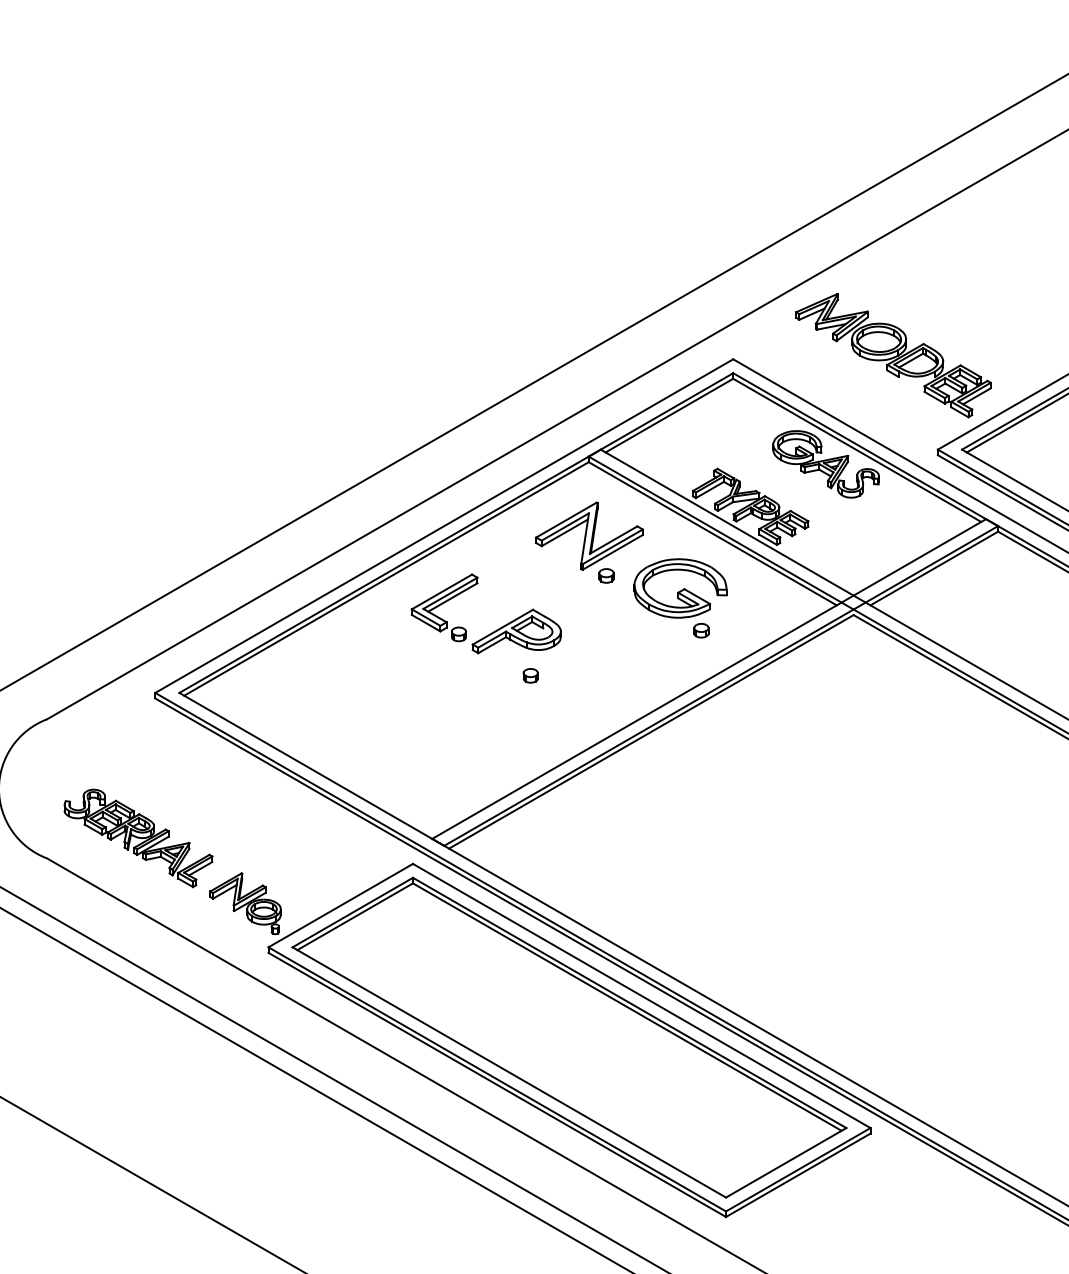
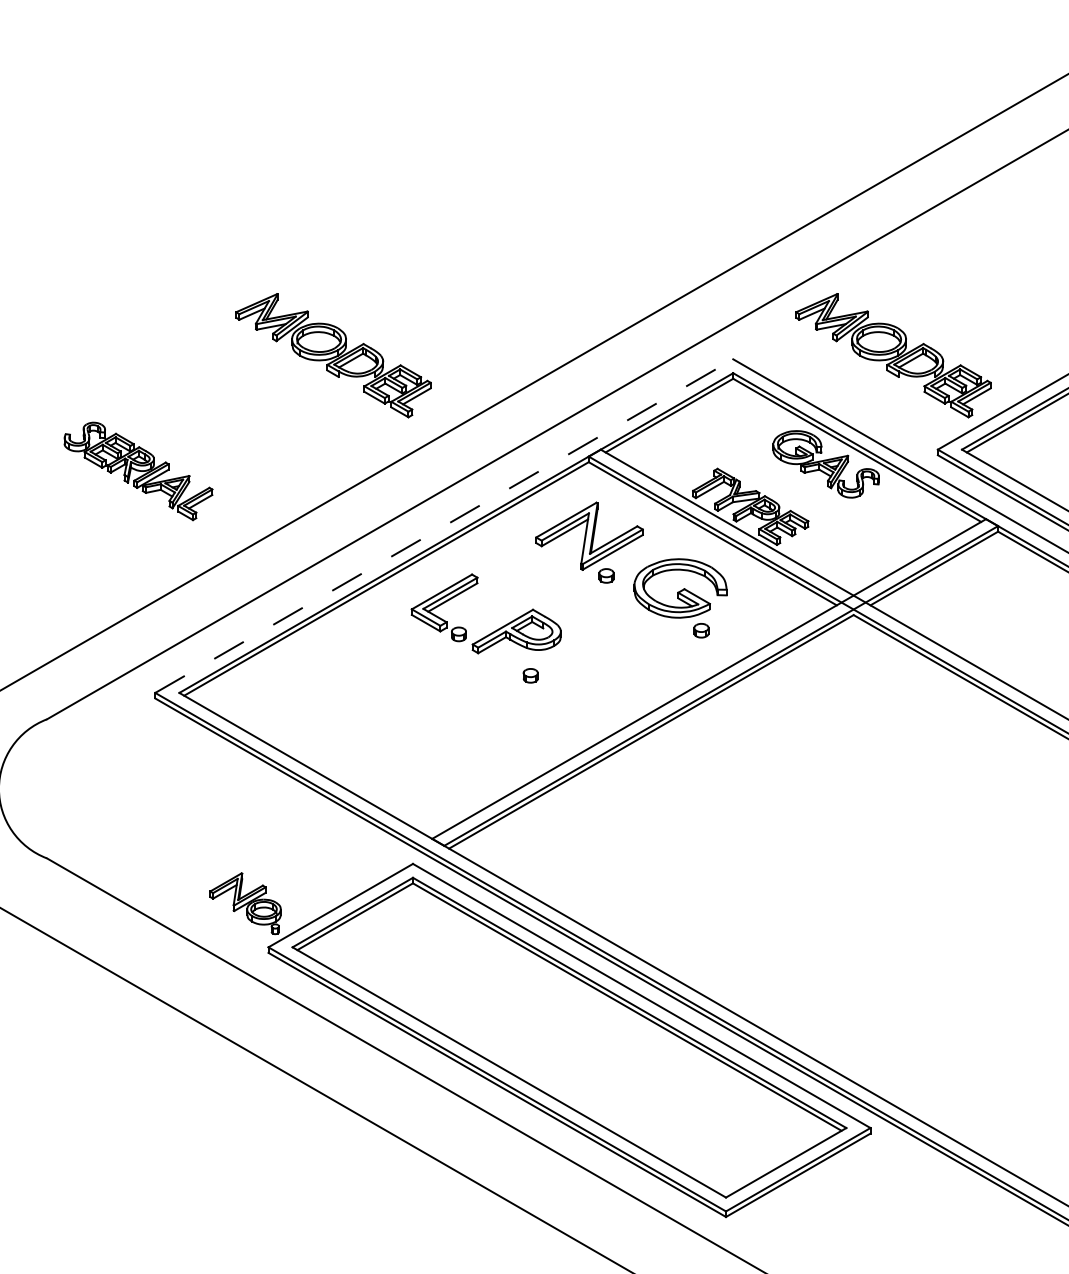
part at (333, 355): none -> present
line at (444, 526): solid -> dashed
part at (138, 838) position: (138, 838) -> (138, 471)
line at (333, 1079): present -> none
line at (151, 1184): present -> none
